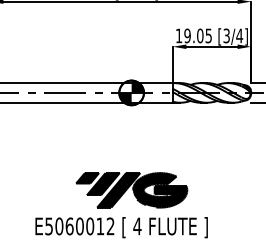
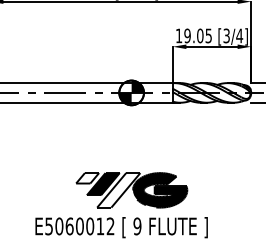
fill at (87, 178): present -> none
fill at (118, 190): present -> none
text at (137, 226): 4 -> 9
